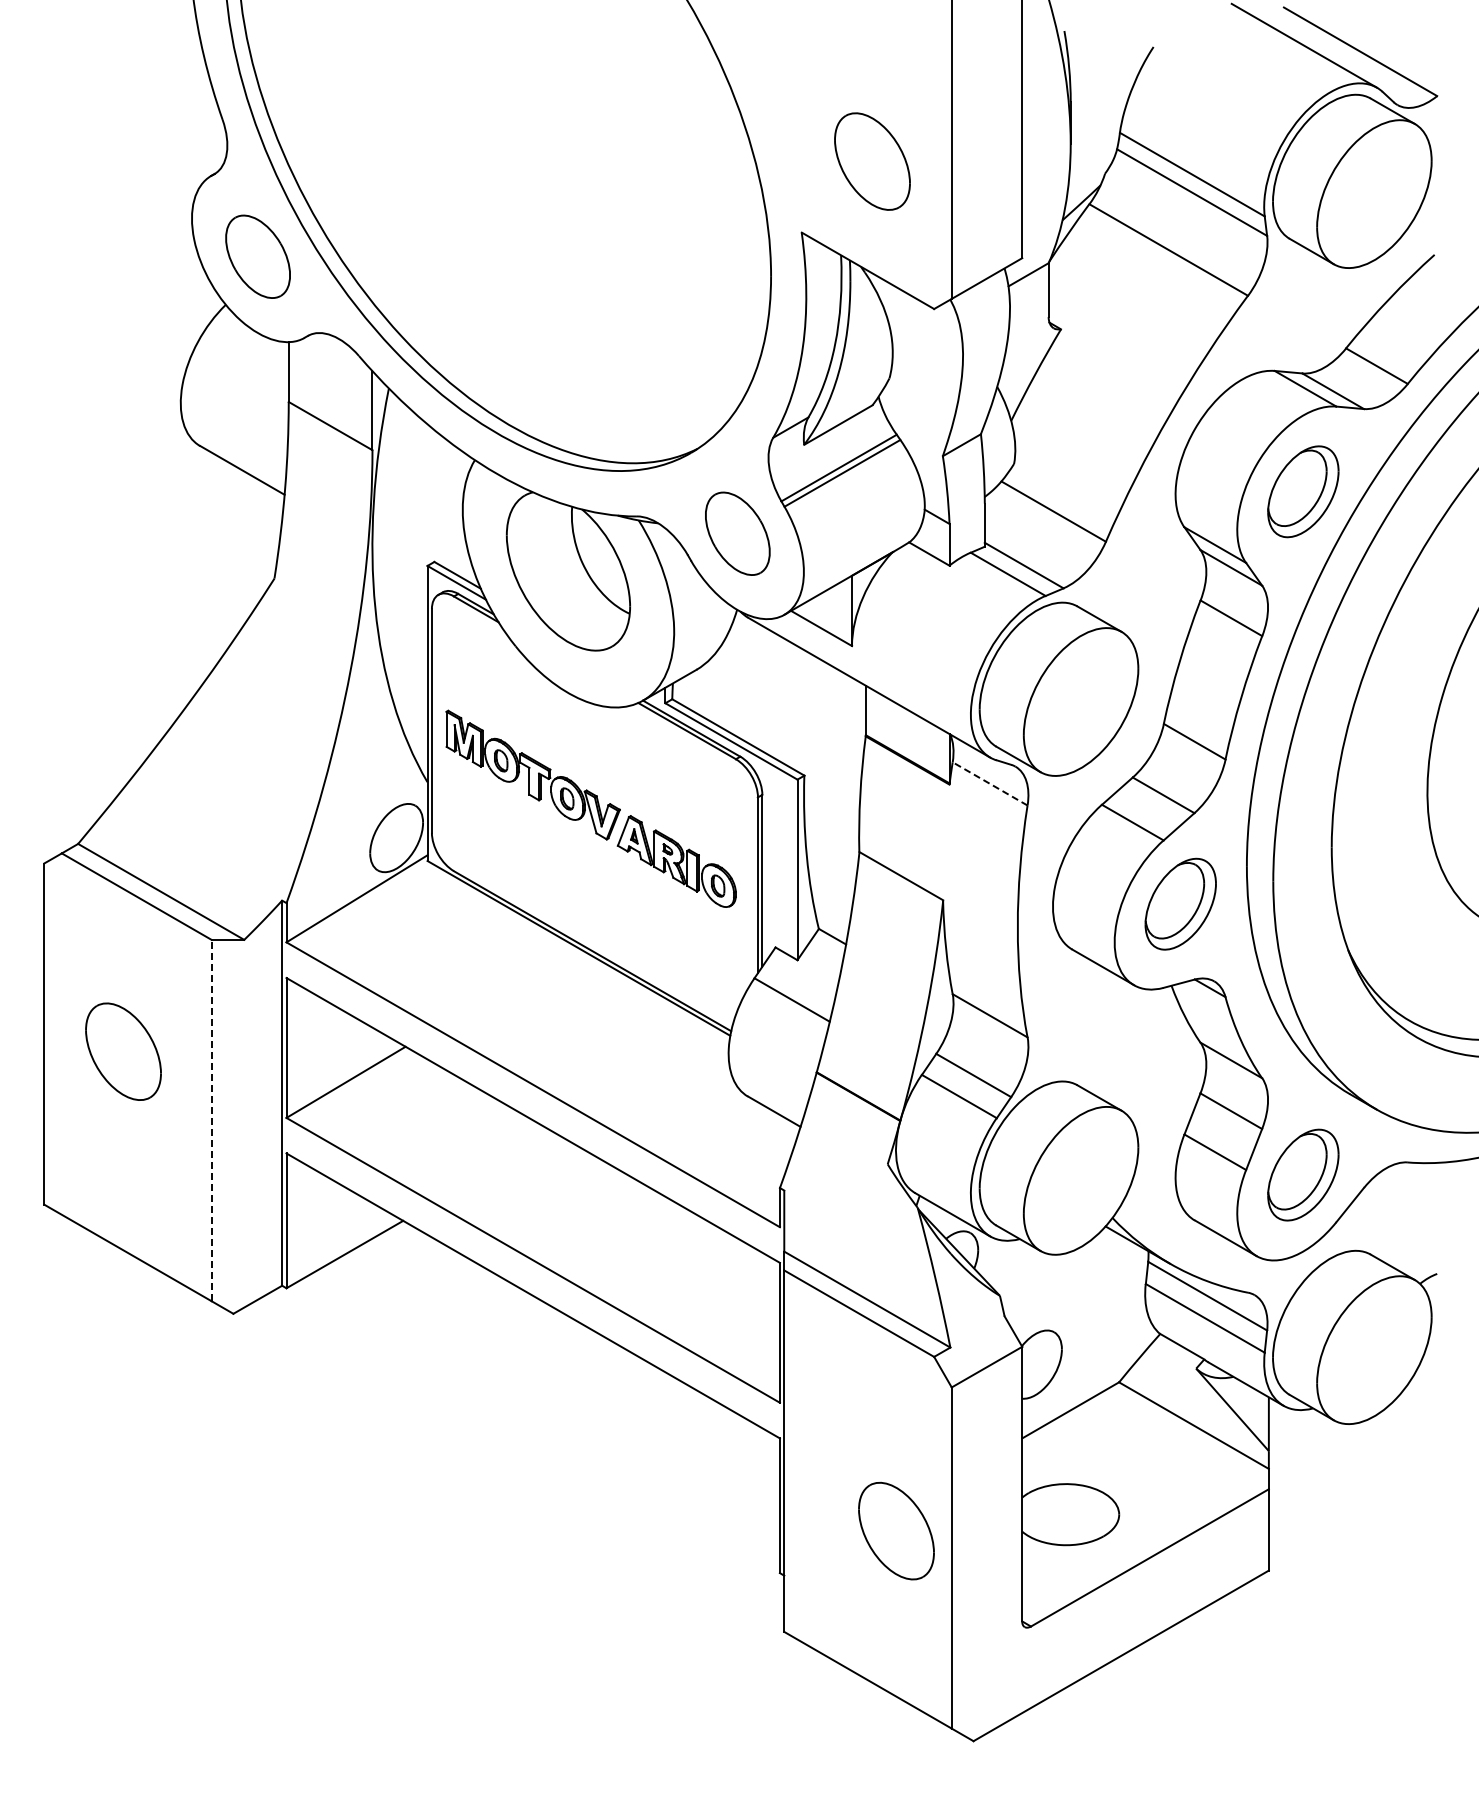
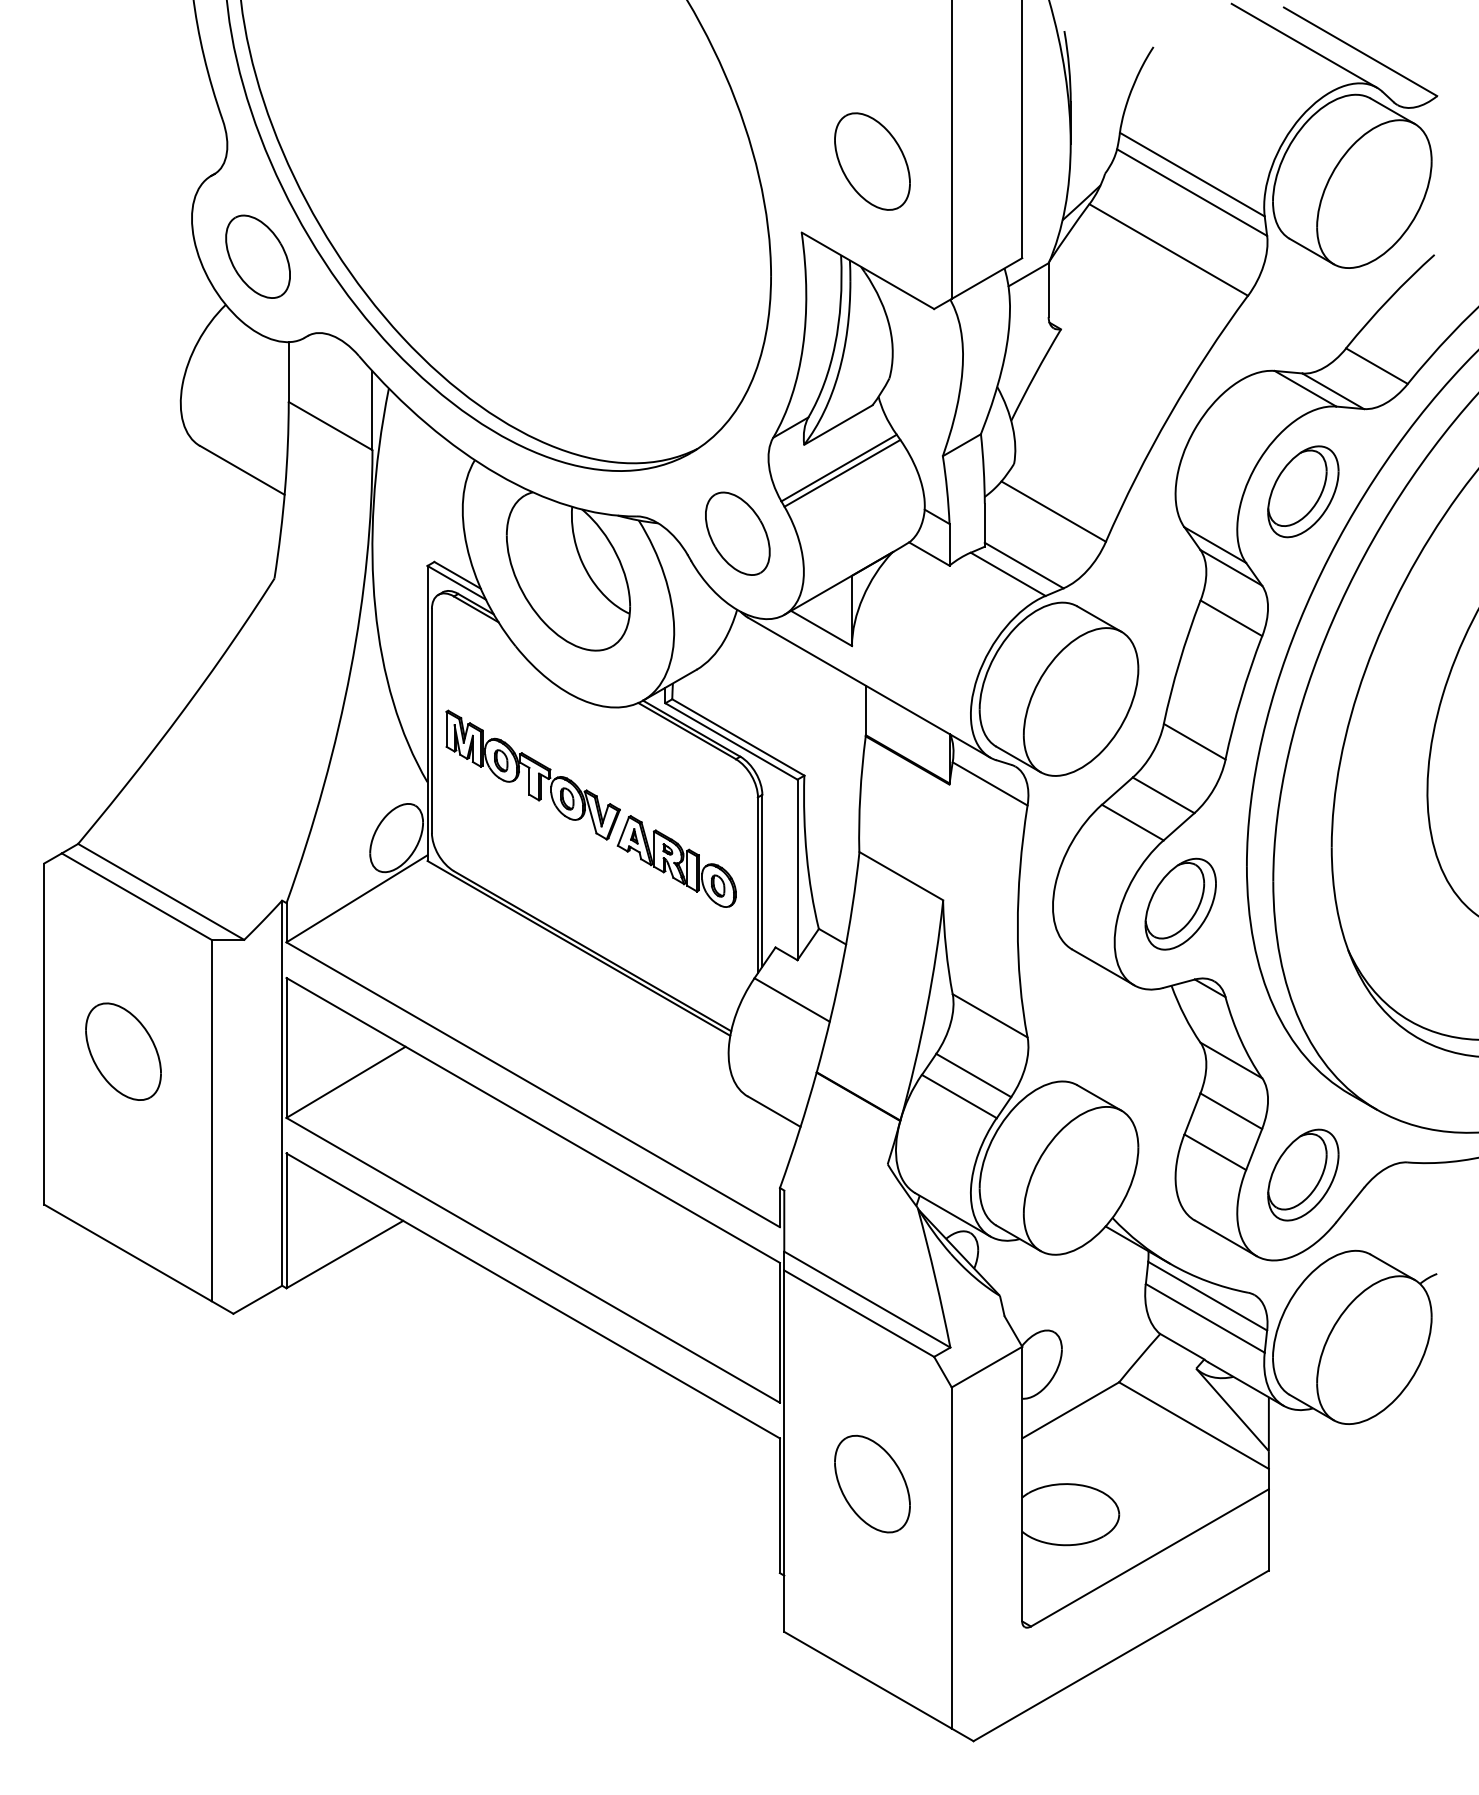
line at (989, 783): dashed -> solid
line at (211, 1120): dashed -> solid
part at (896, 1530) position: (896, 1530) -> (872, 1483)
